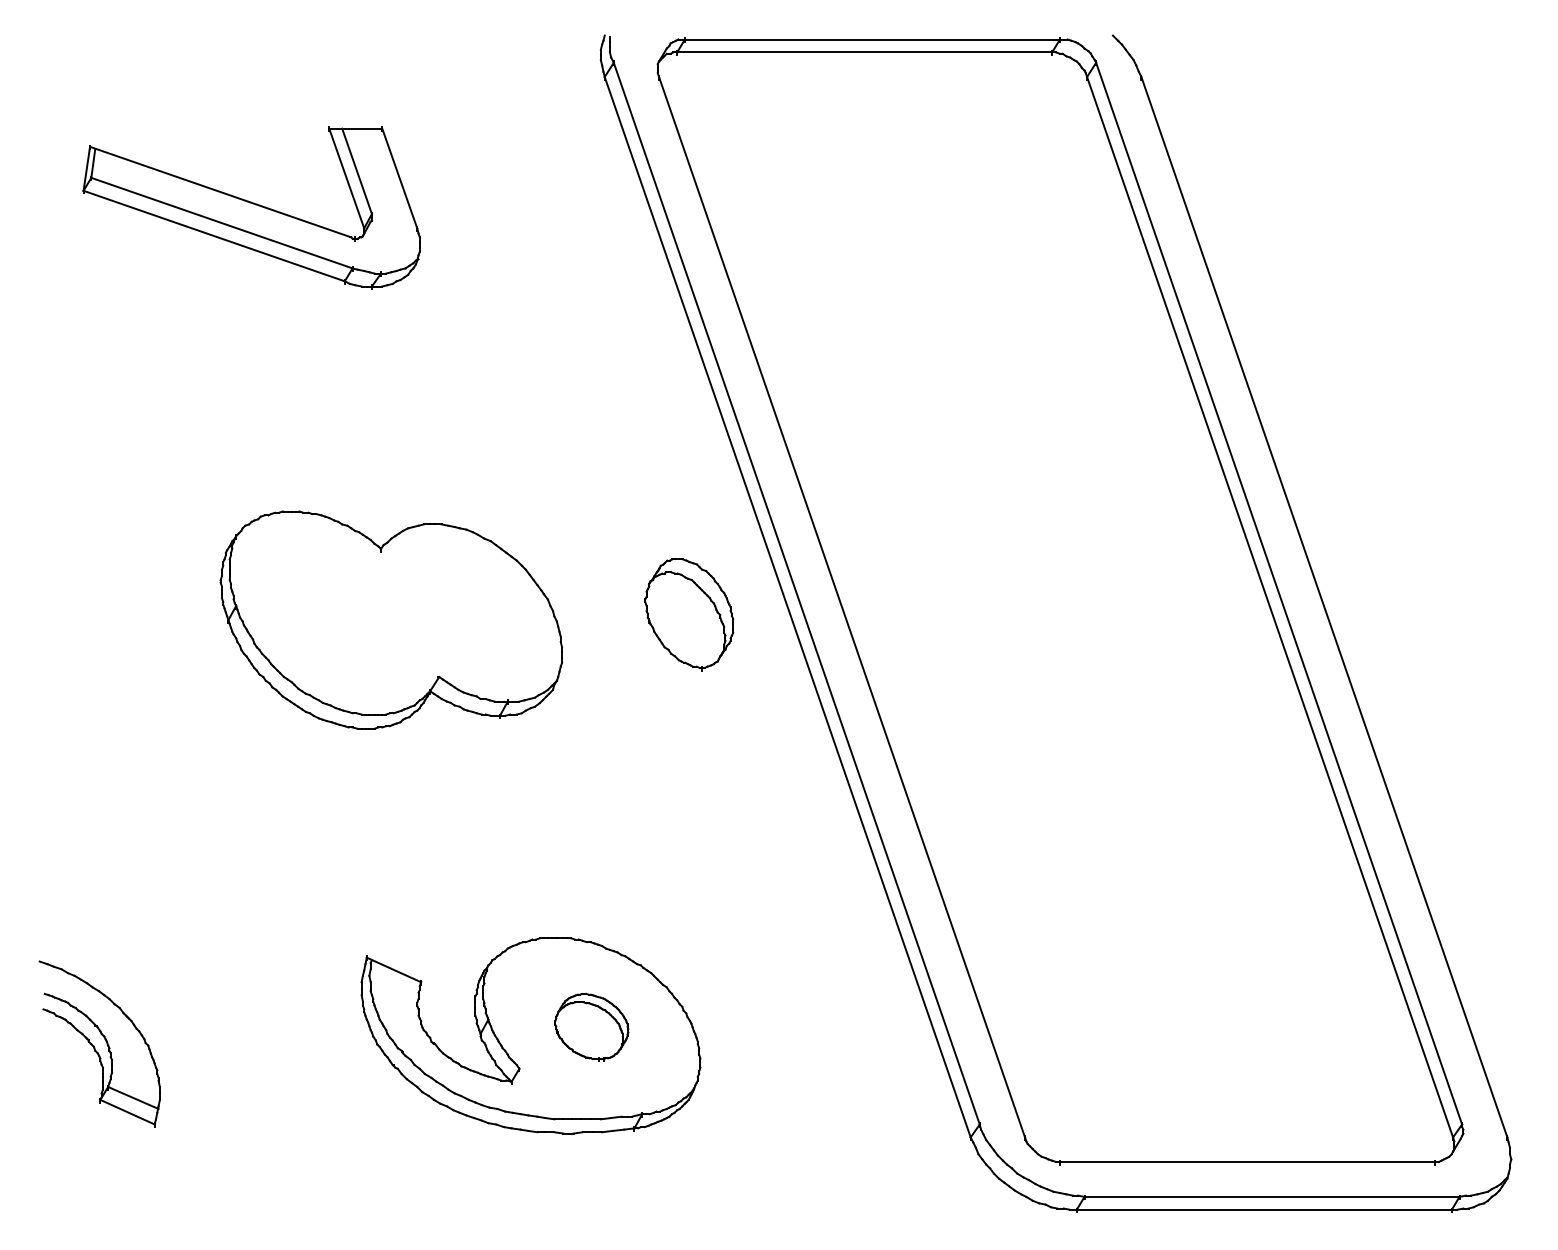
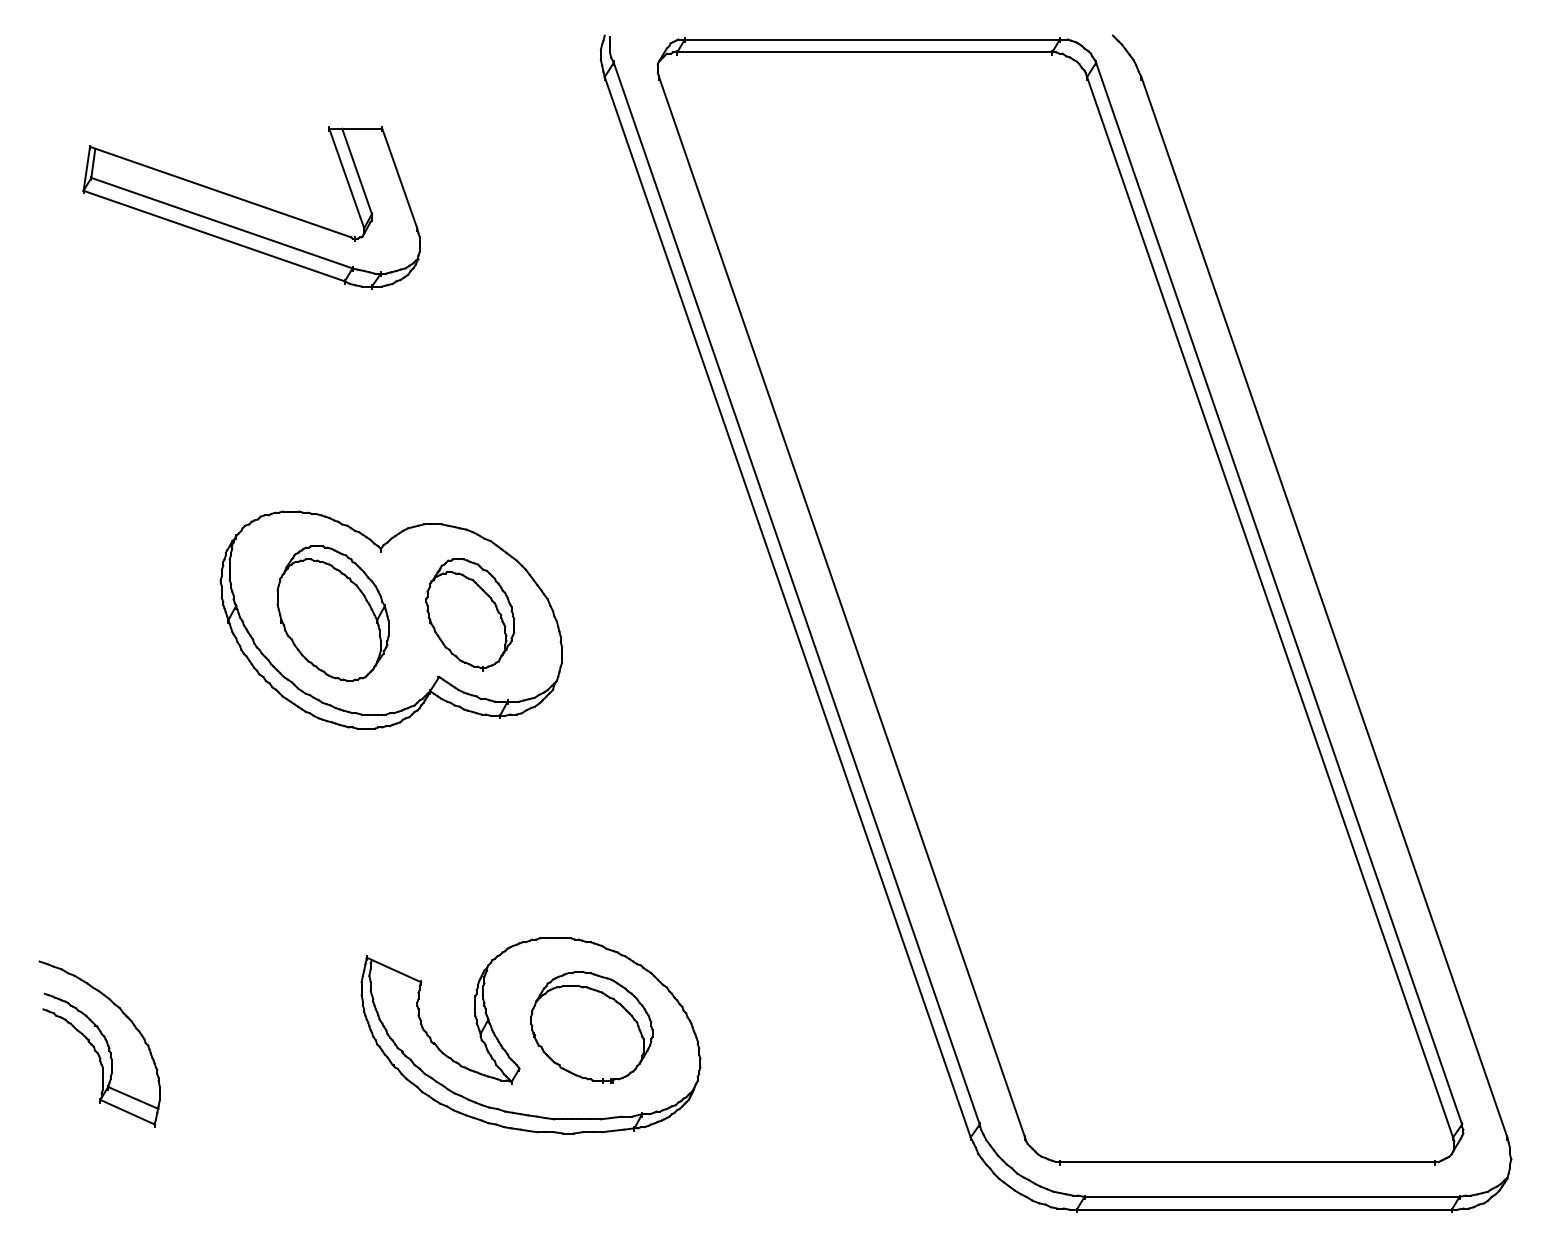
part at (332, 613): none -> present
part at (689, 614) position: (689, 614) -> (470, 614)
part at (591, 1027) size: 76x69 px -> 124x114 px
